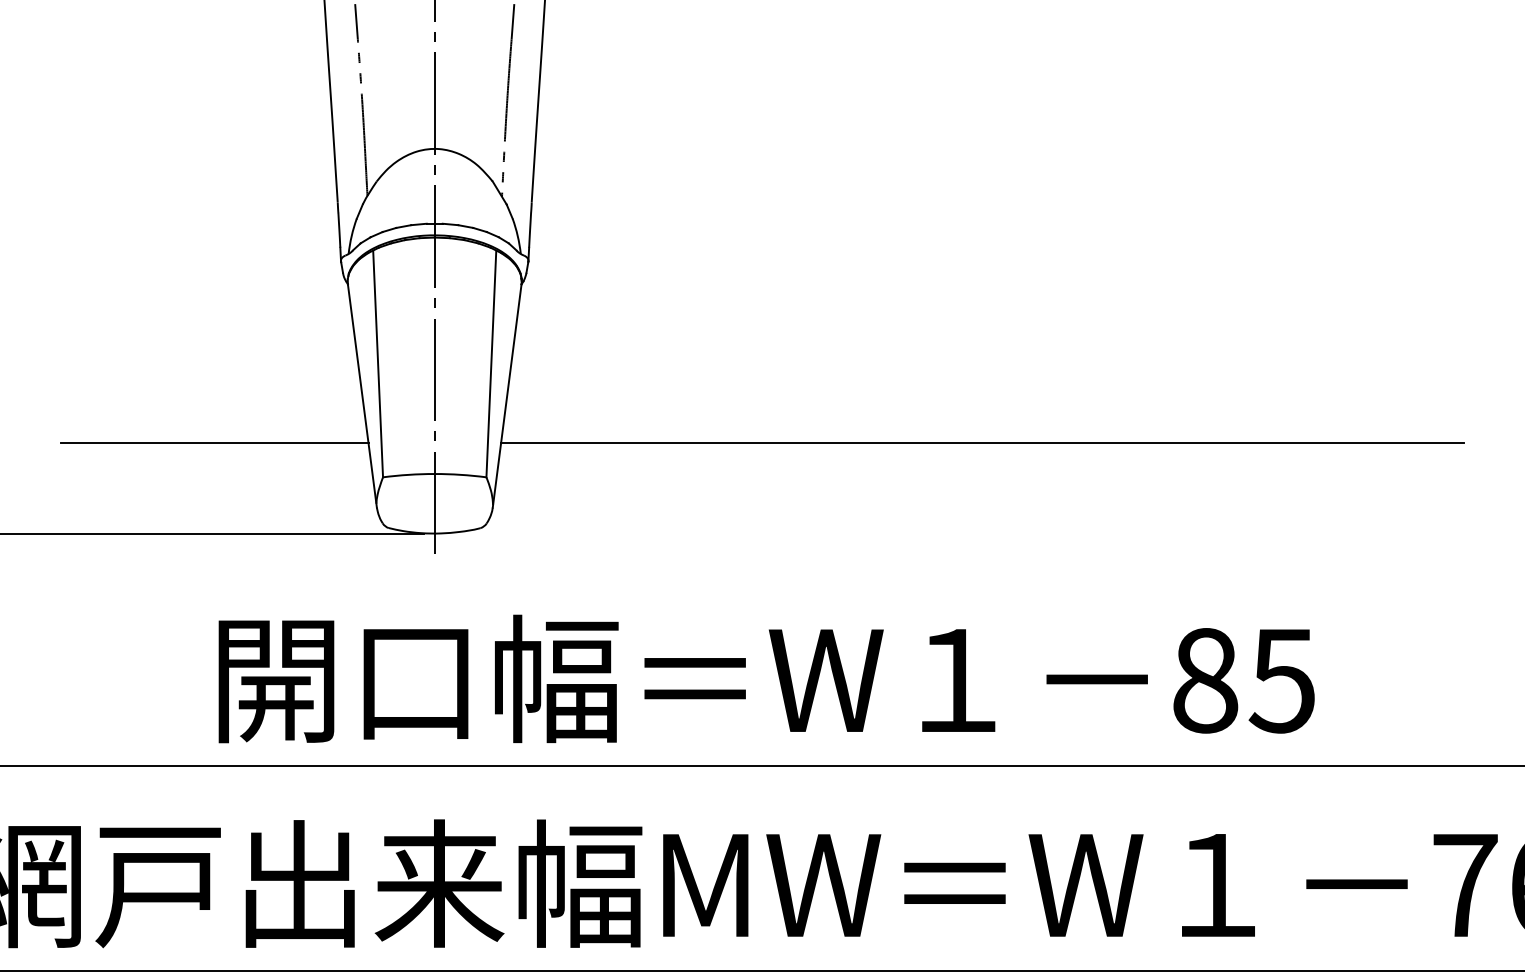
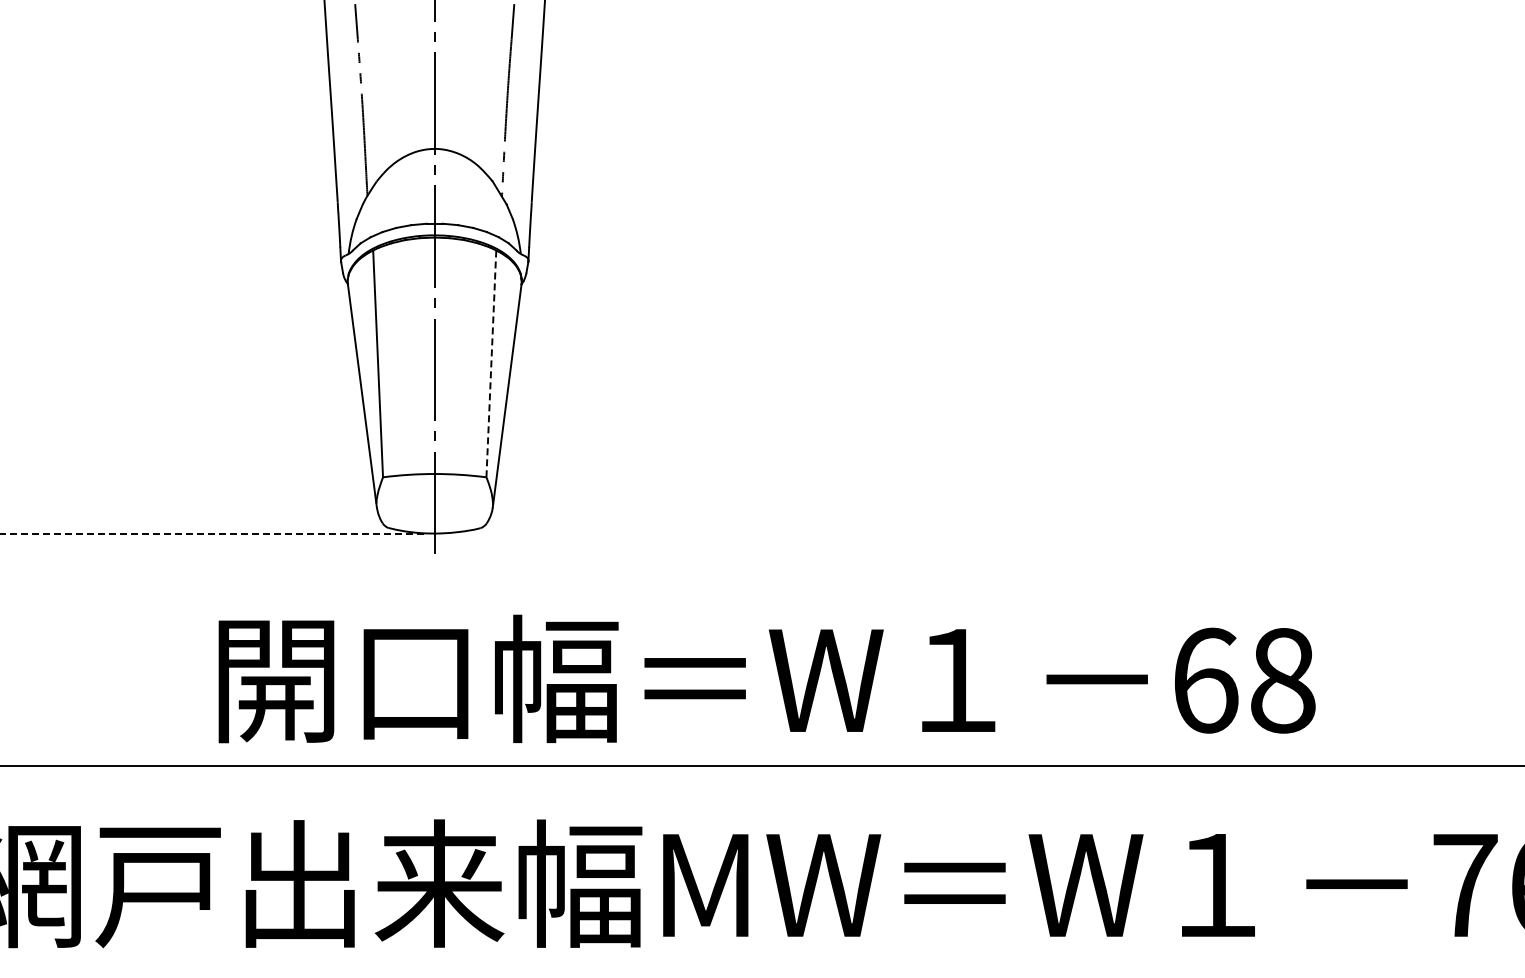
line at (491, 363): solid -> dashed
line at (214, 443): present -> none
line at (982, 443): present -> none
line at (212, 533): solid -> dashed
text at (1244, 680): 85 -> 68
line at (761, 970): present -> none
